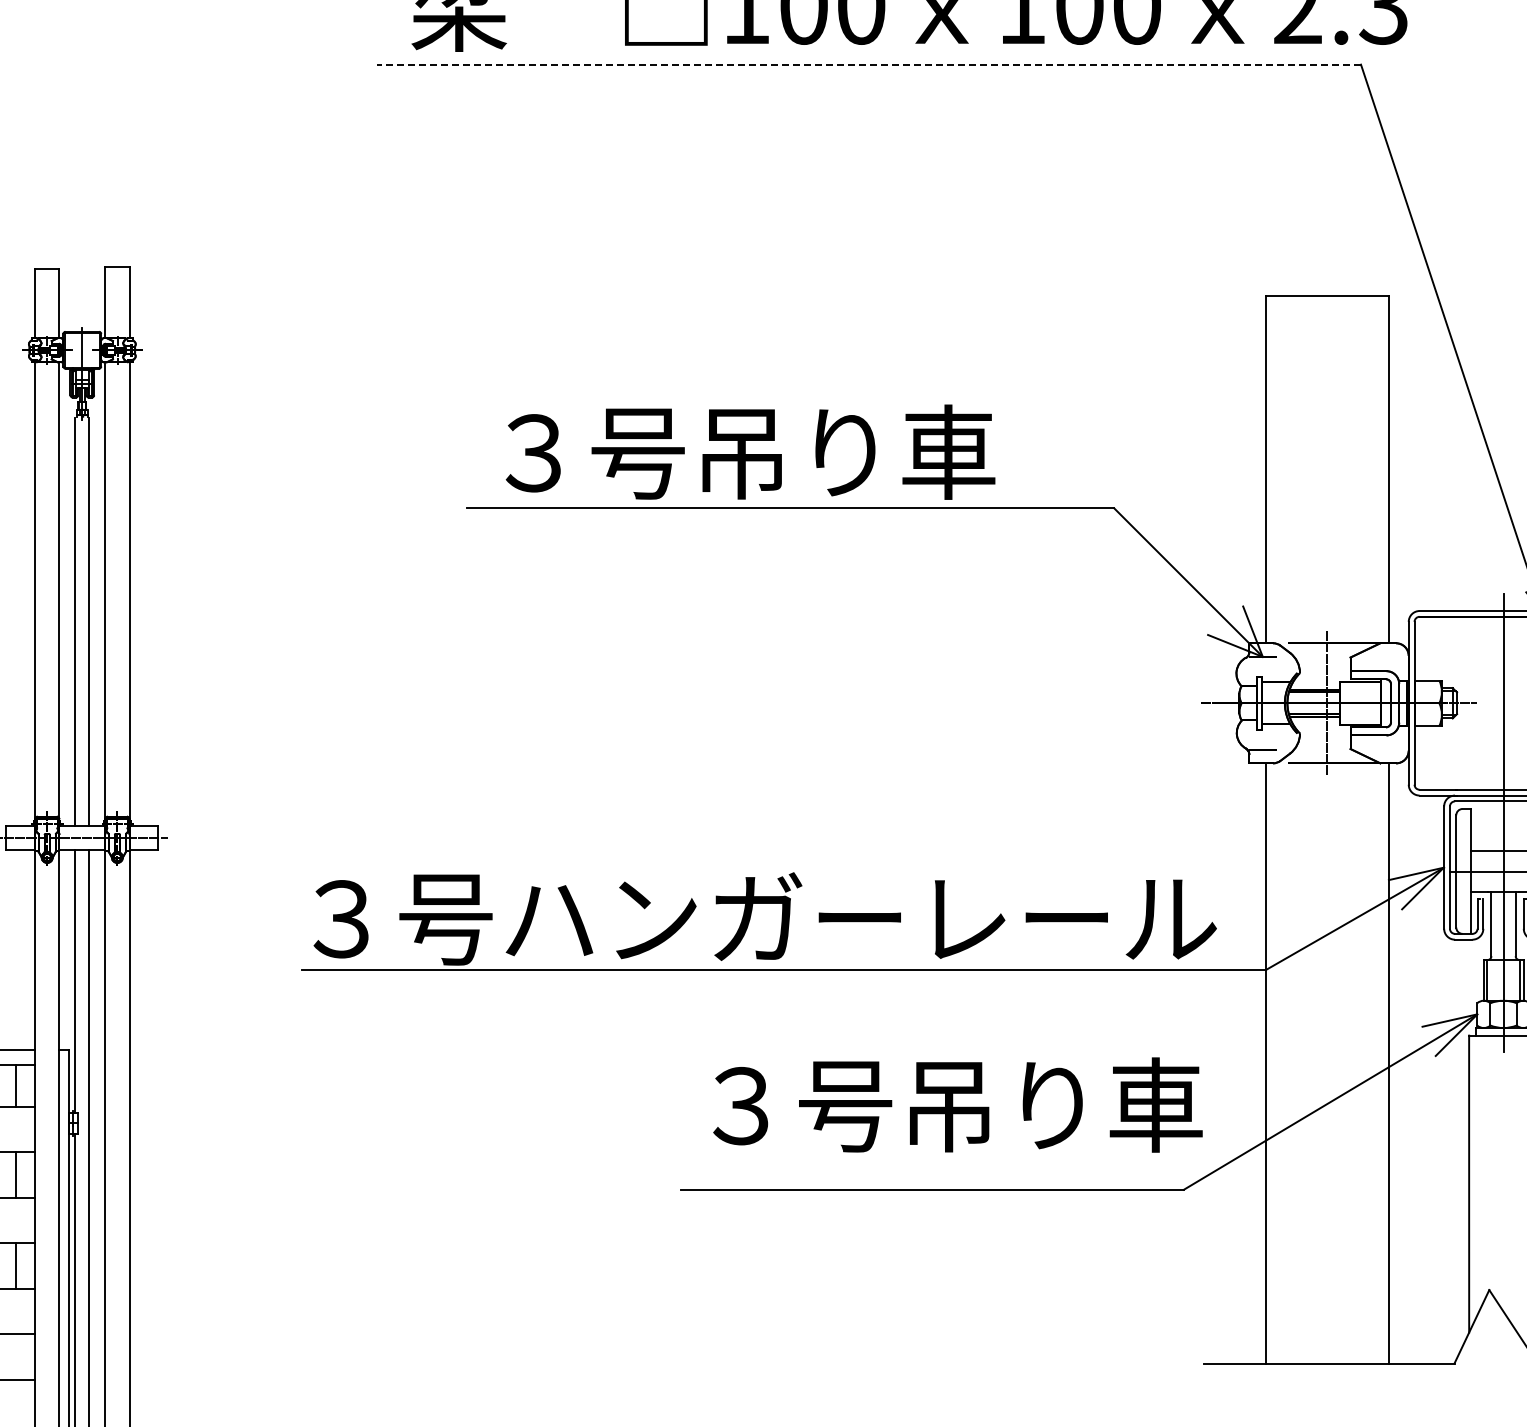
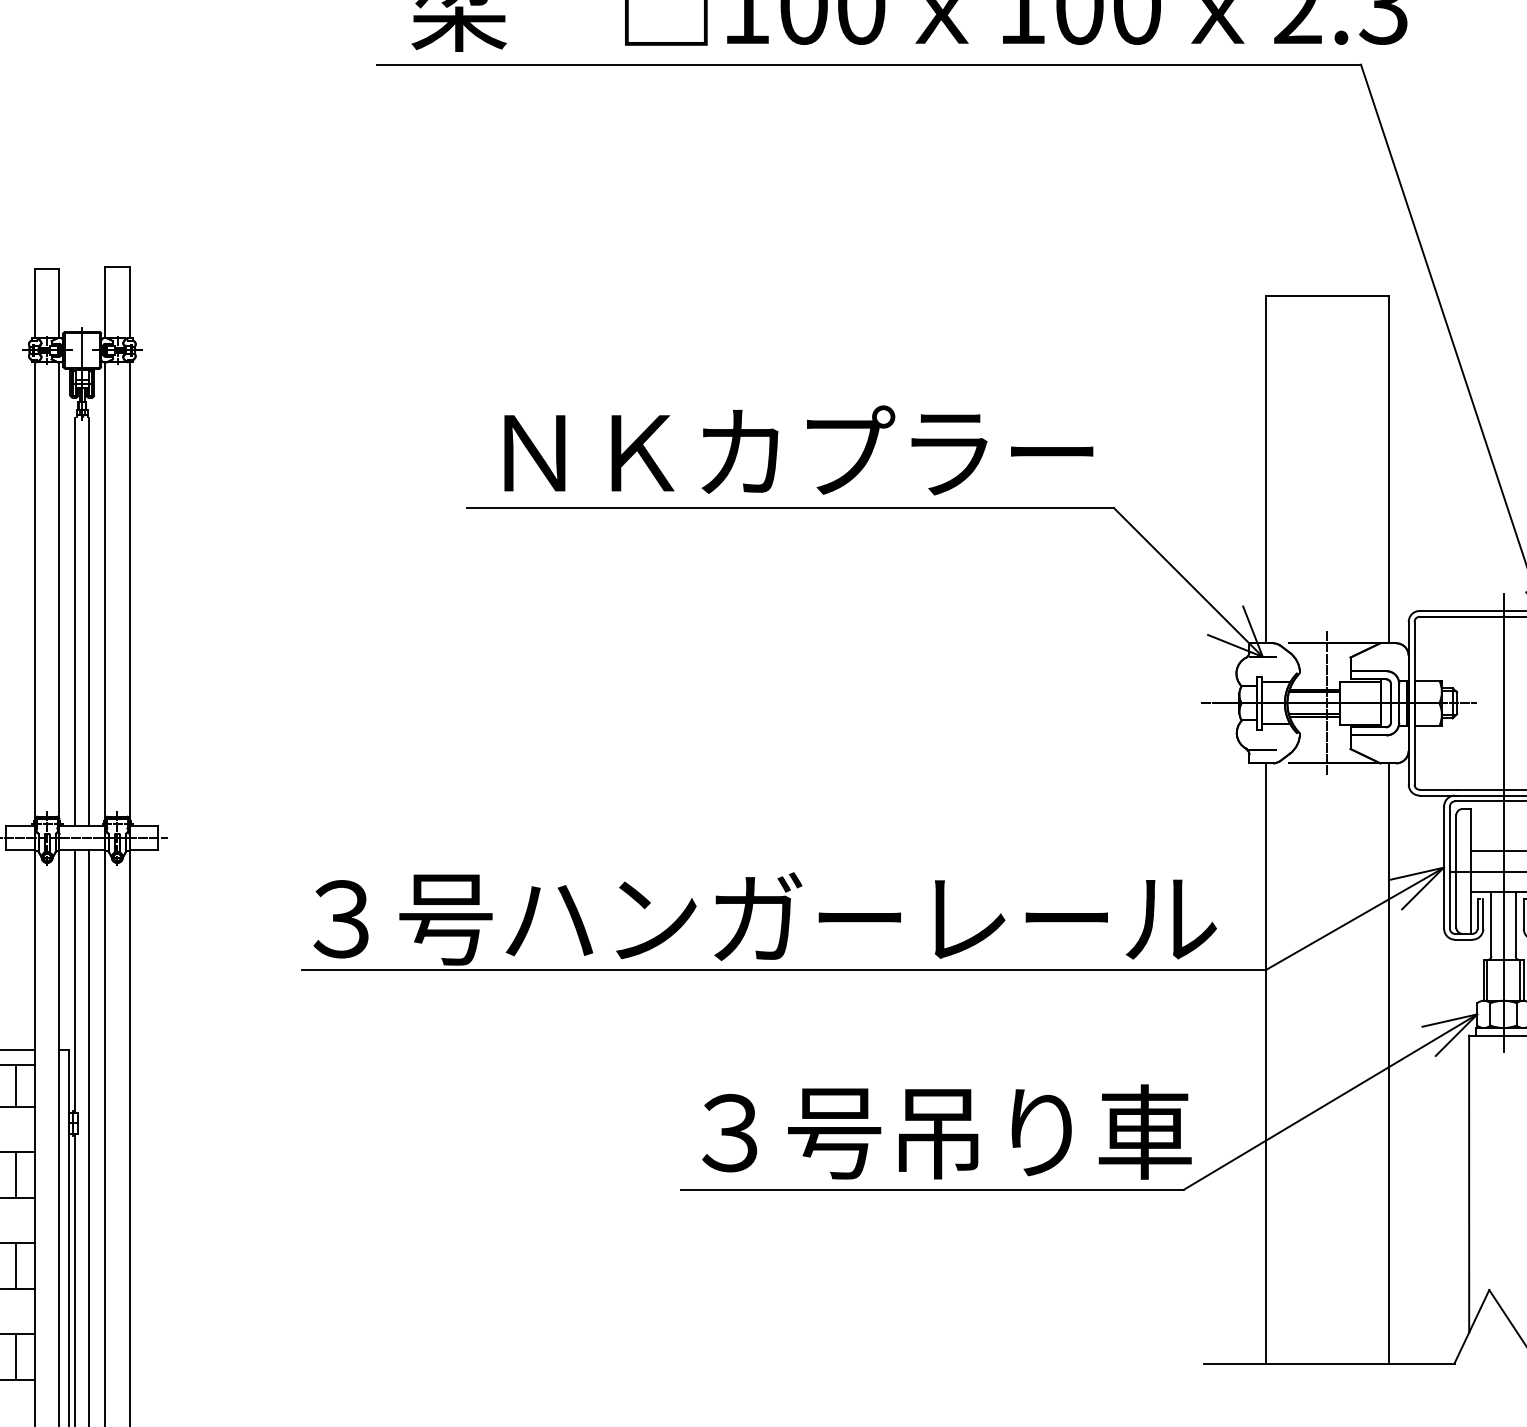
line at (869, 64): dashed -> solid
text at (798, 451): ３号吊り車 -> ＮＫカプラー
text at (957, 1104) position: (957, 1104) -> (946, 1131)
line at (16, 1356): none -> present
